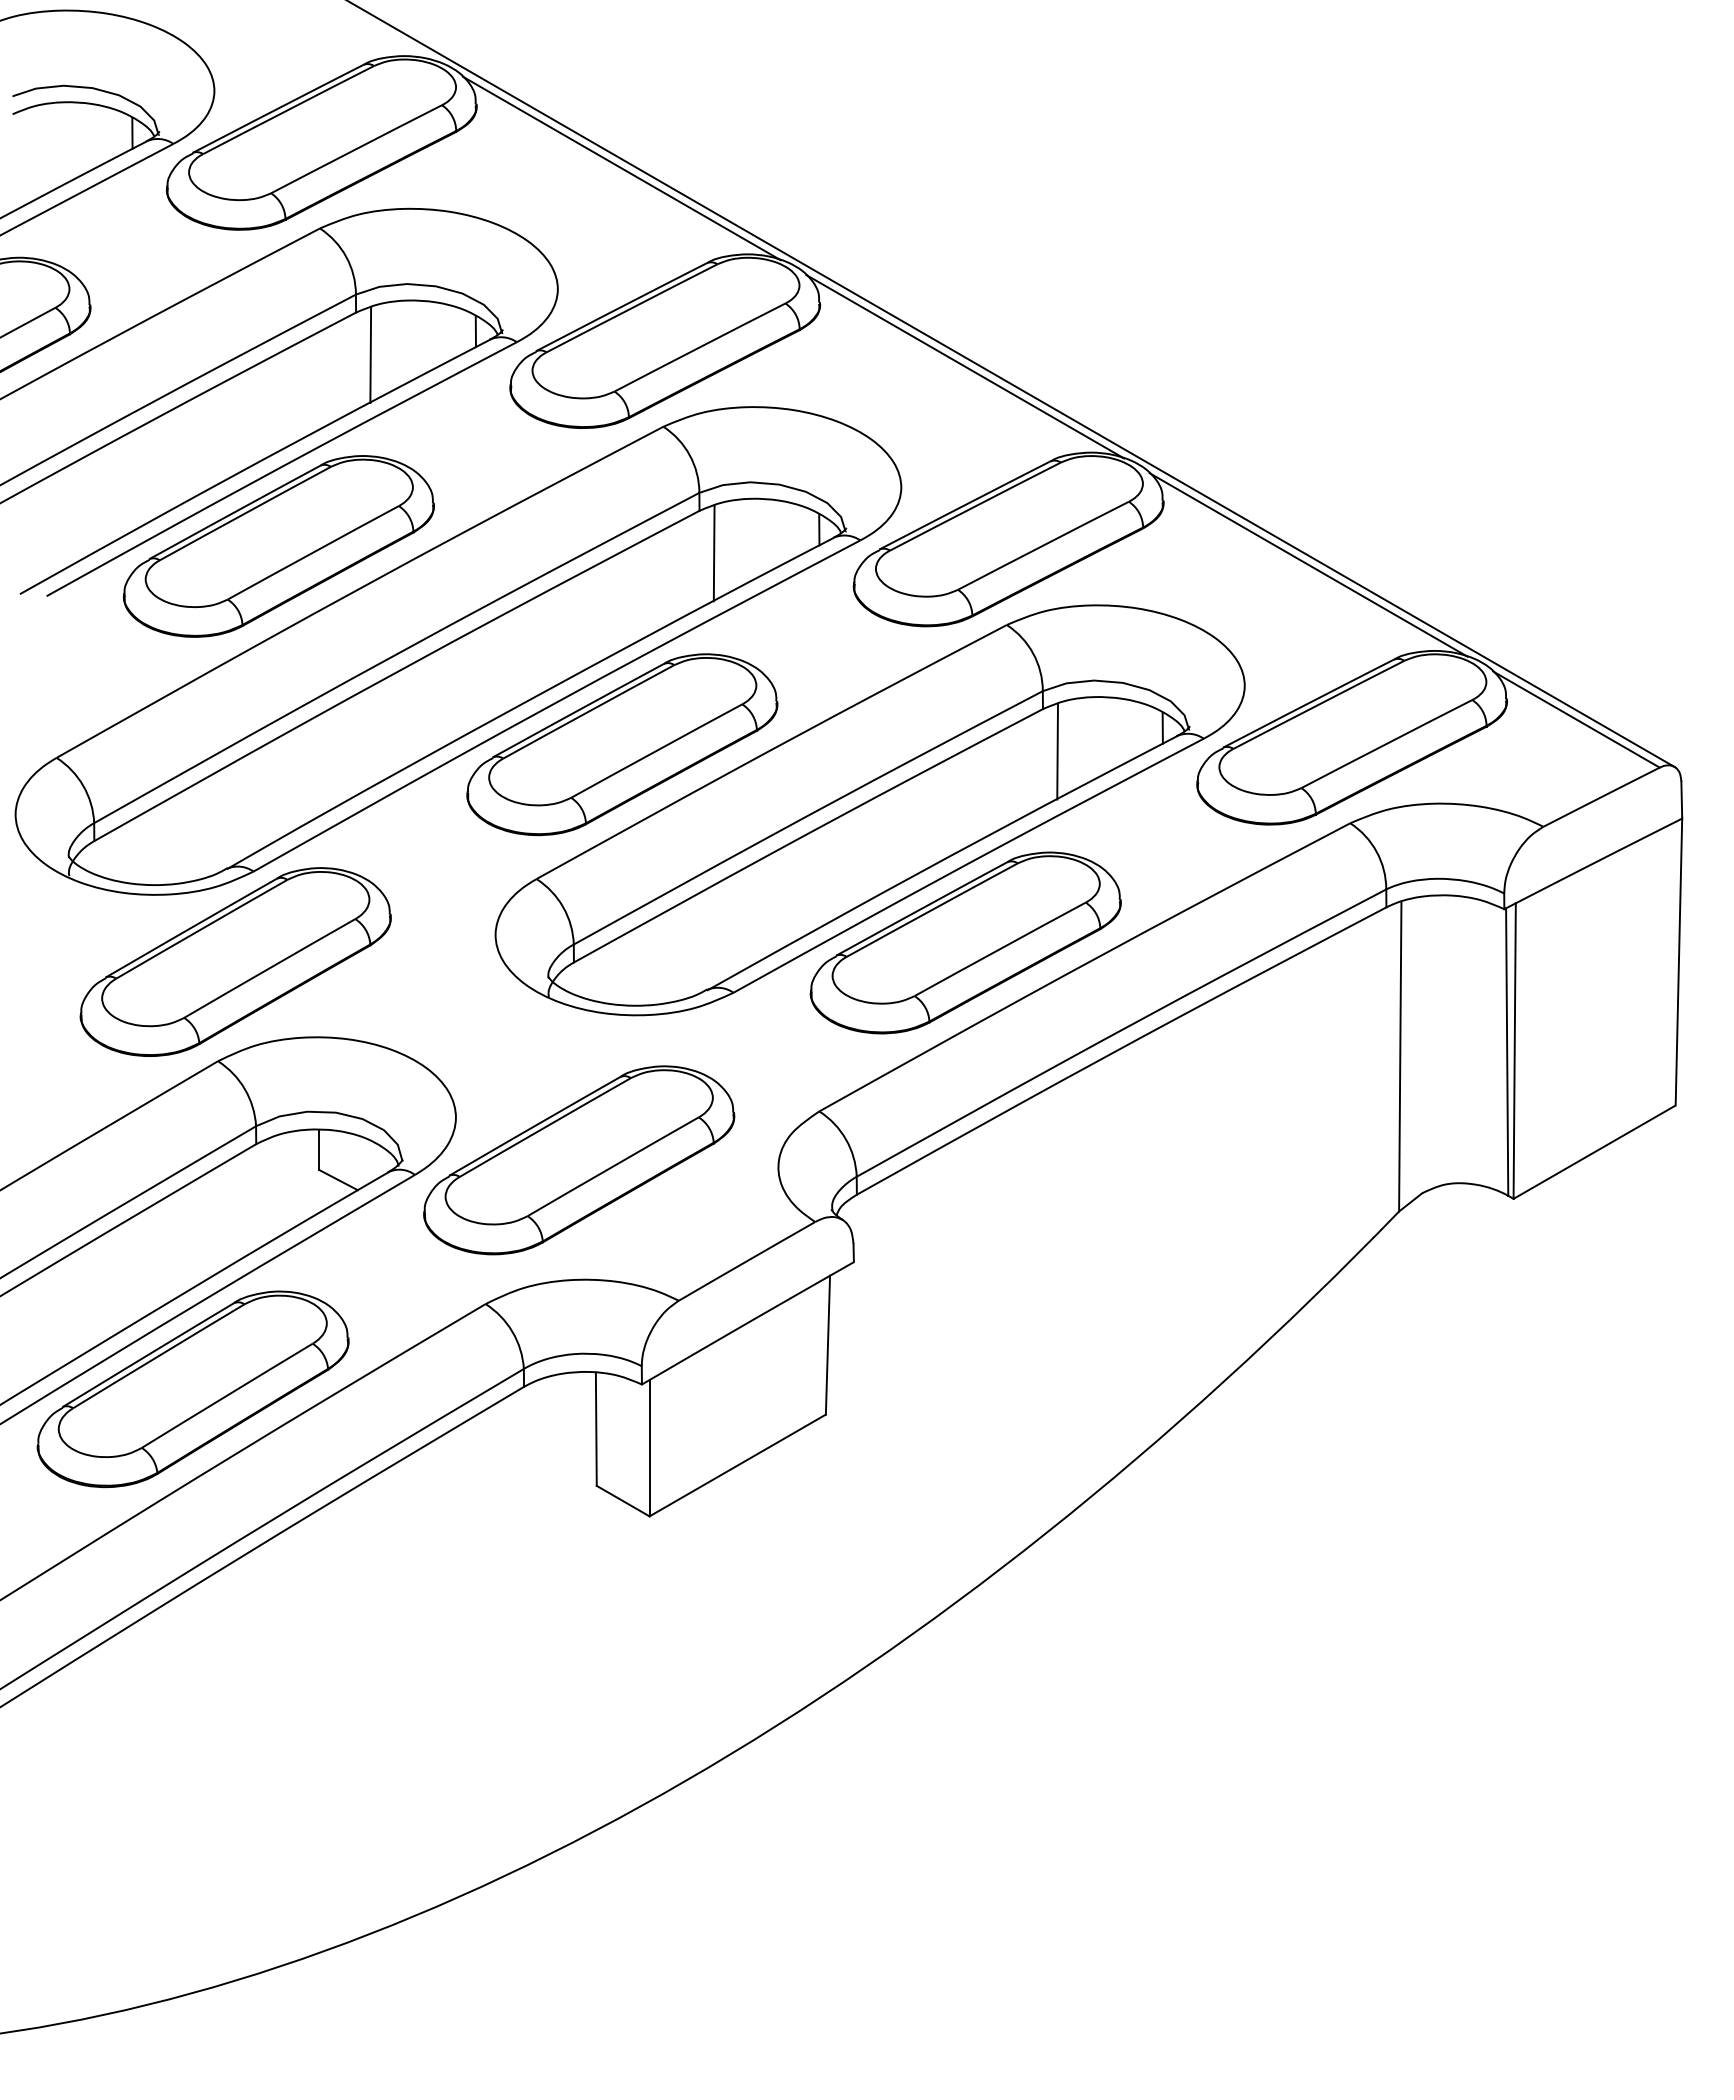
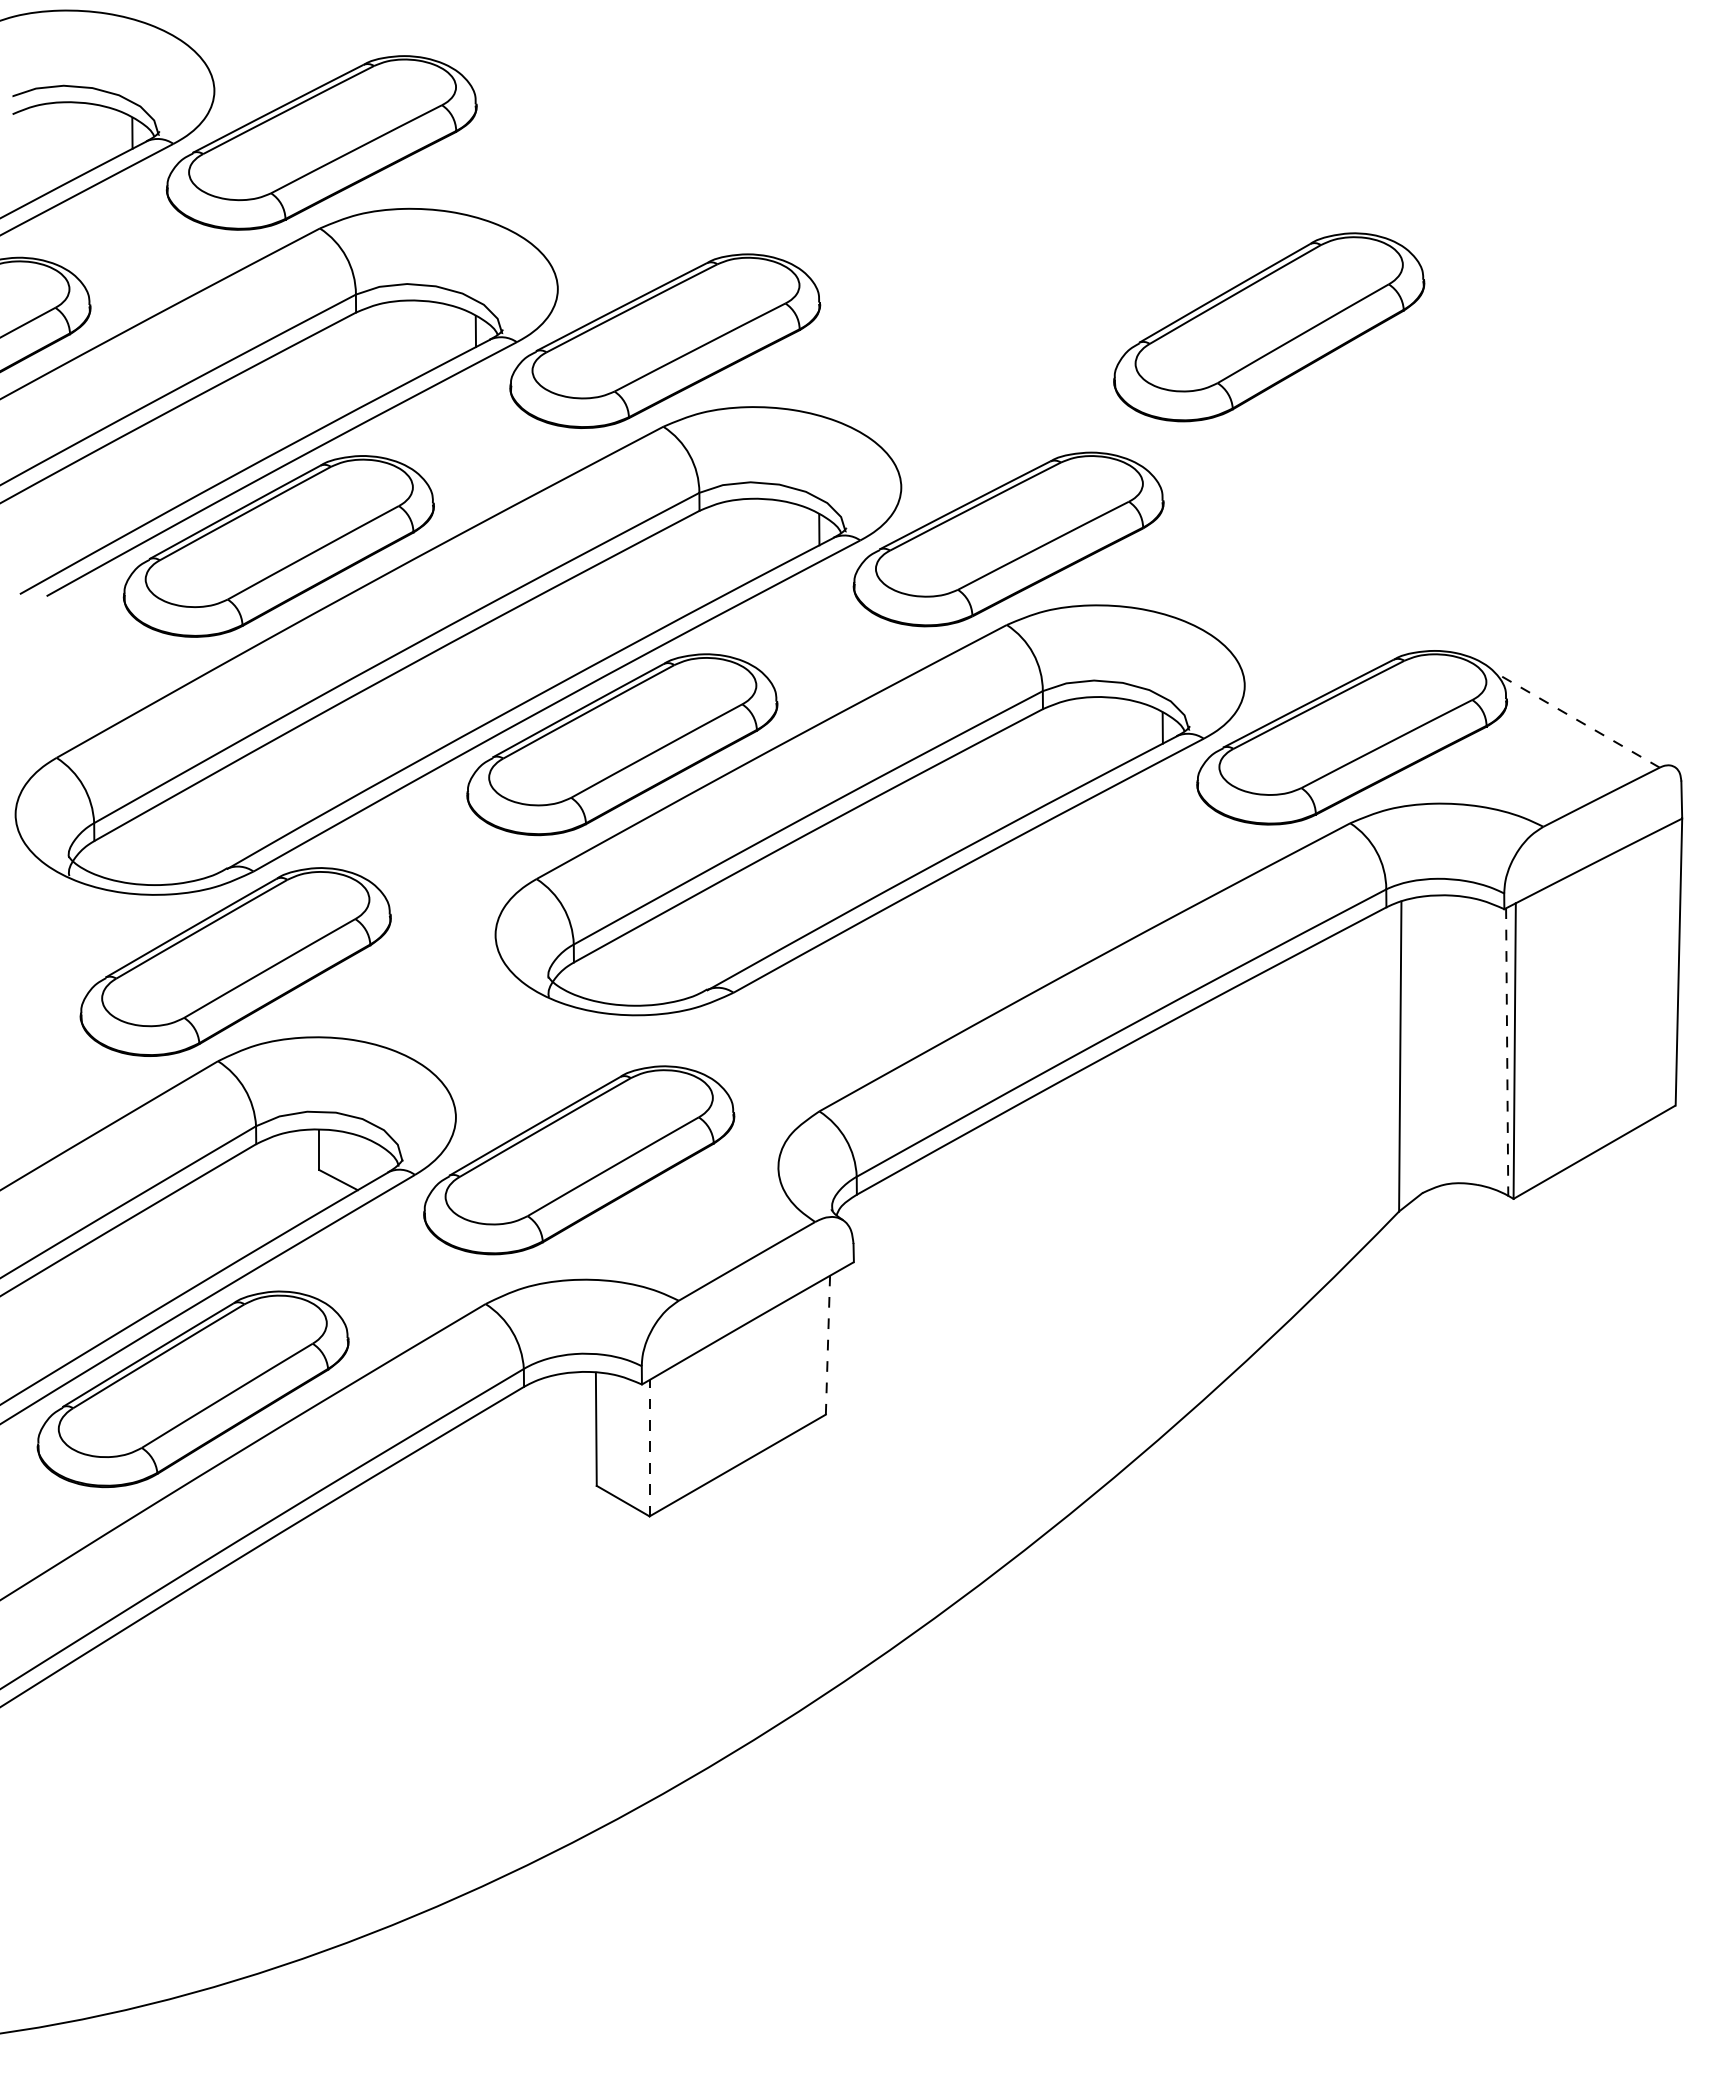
line at (621, 168): present -> none
part at (1269, 327): none -> present
line at (370, 354): present -> none
line at (965, 366): present -> none
line at (1012, 384): present -> none
line at (713, 553): present -> none
line at (1308, 564): present -> none
line at (1576, 719): solid -> dashed
line at (1057, 751): present -> none
part at (965, 942): present -> none
line at (1507, 1052): solid -> dashed
line at (827, 1344): solid -> dashed
line at (649, 1447): solid -> dashed
